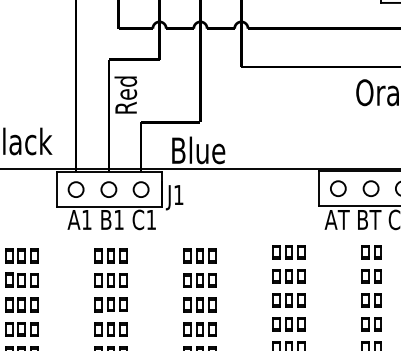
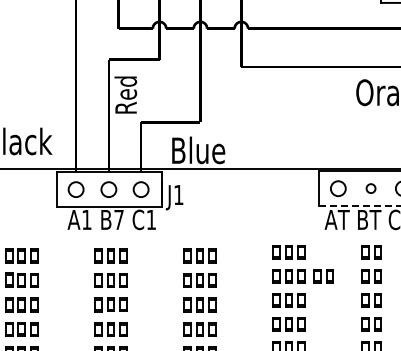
circle at (370, 188) size: 18x17 px -> 12x11 px
line at (360, 205): solid -> dashed
text at (118, 219): B1 -> B7
part at (323, 276): none -> present
